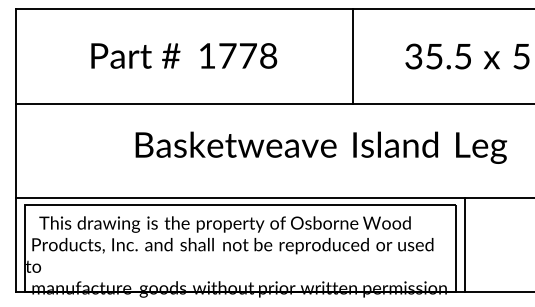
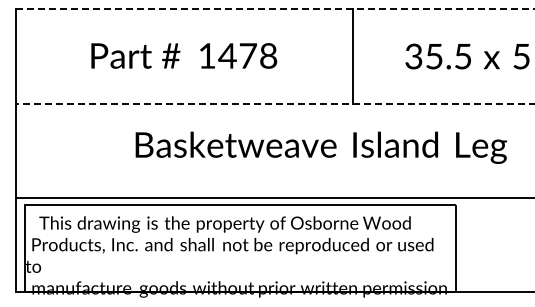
line at (275, 9): solid -> dashed
text at (227, 55): 1778 -> 1478
line at (274, 103): solid -> dashed
line at (464, 244): present -> none
